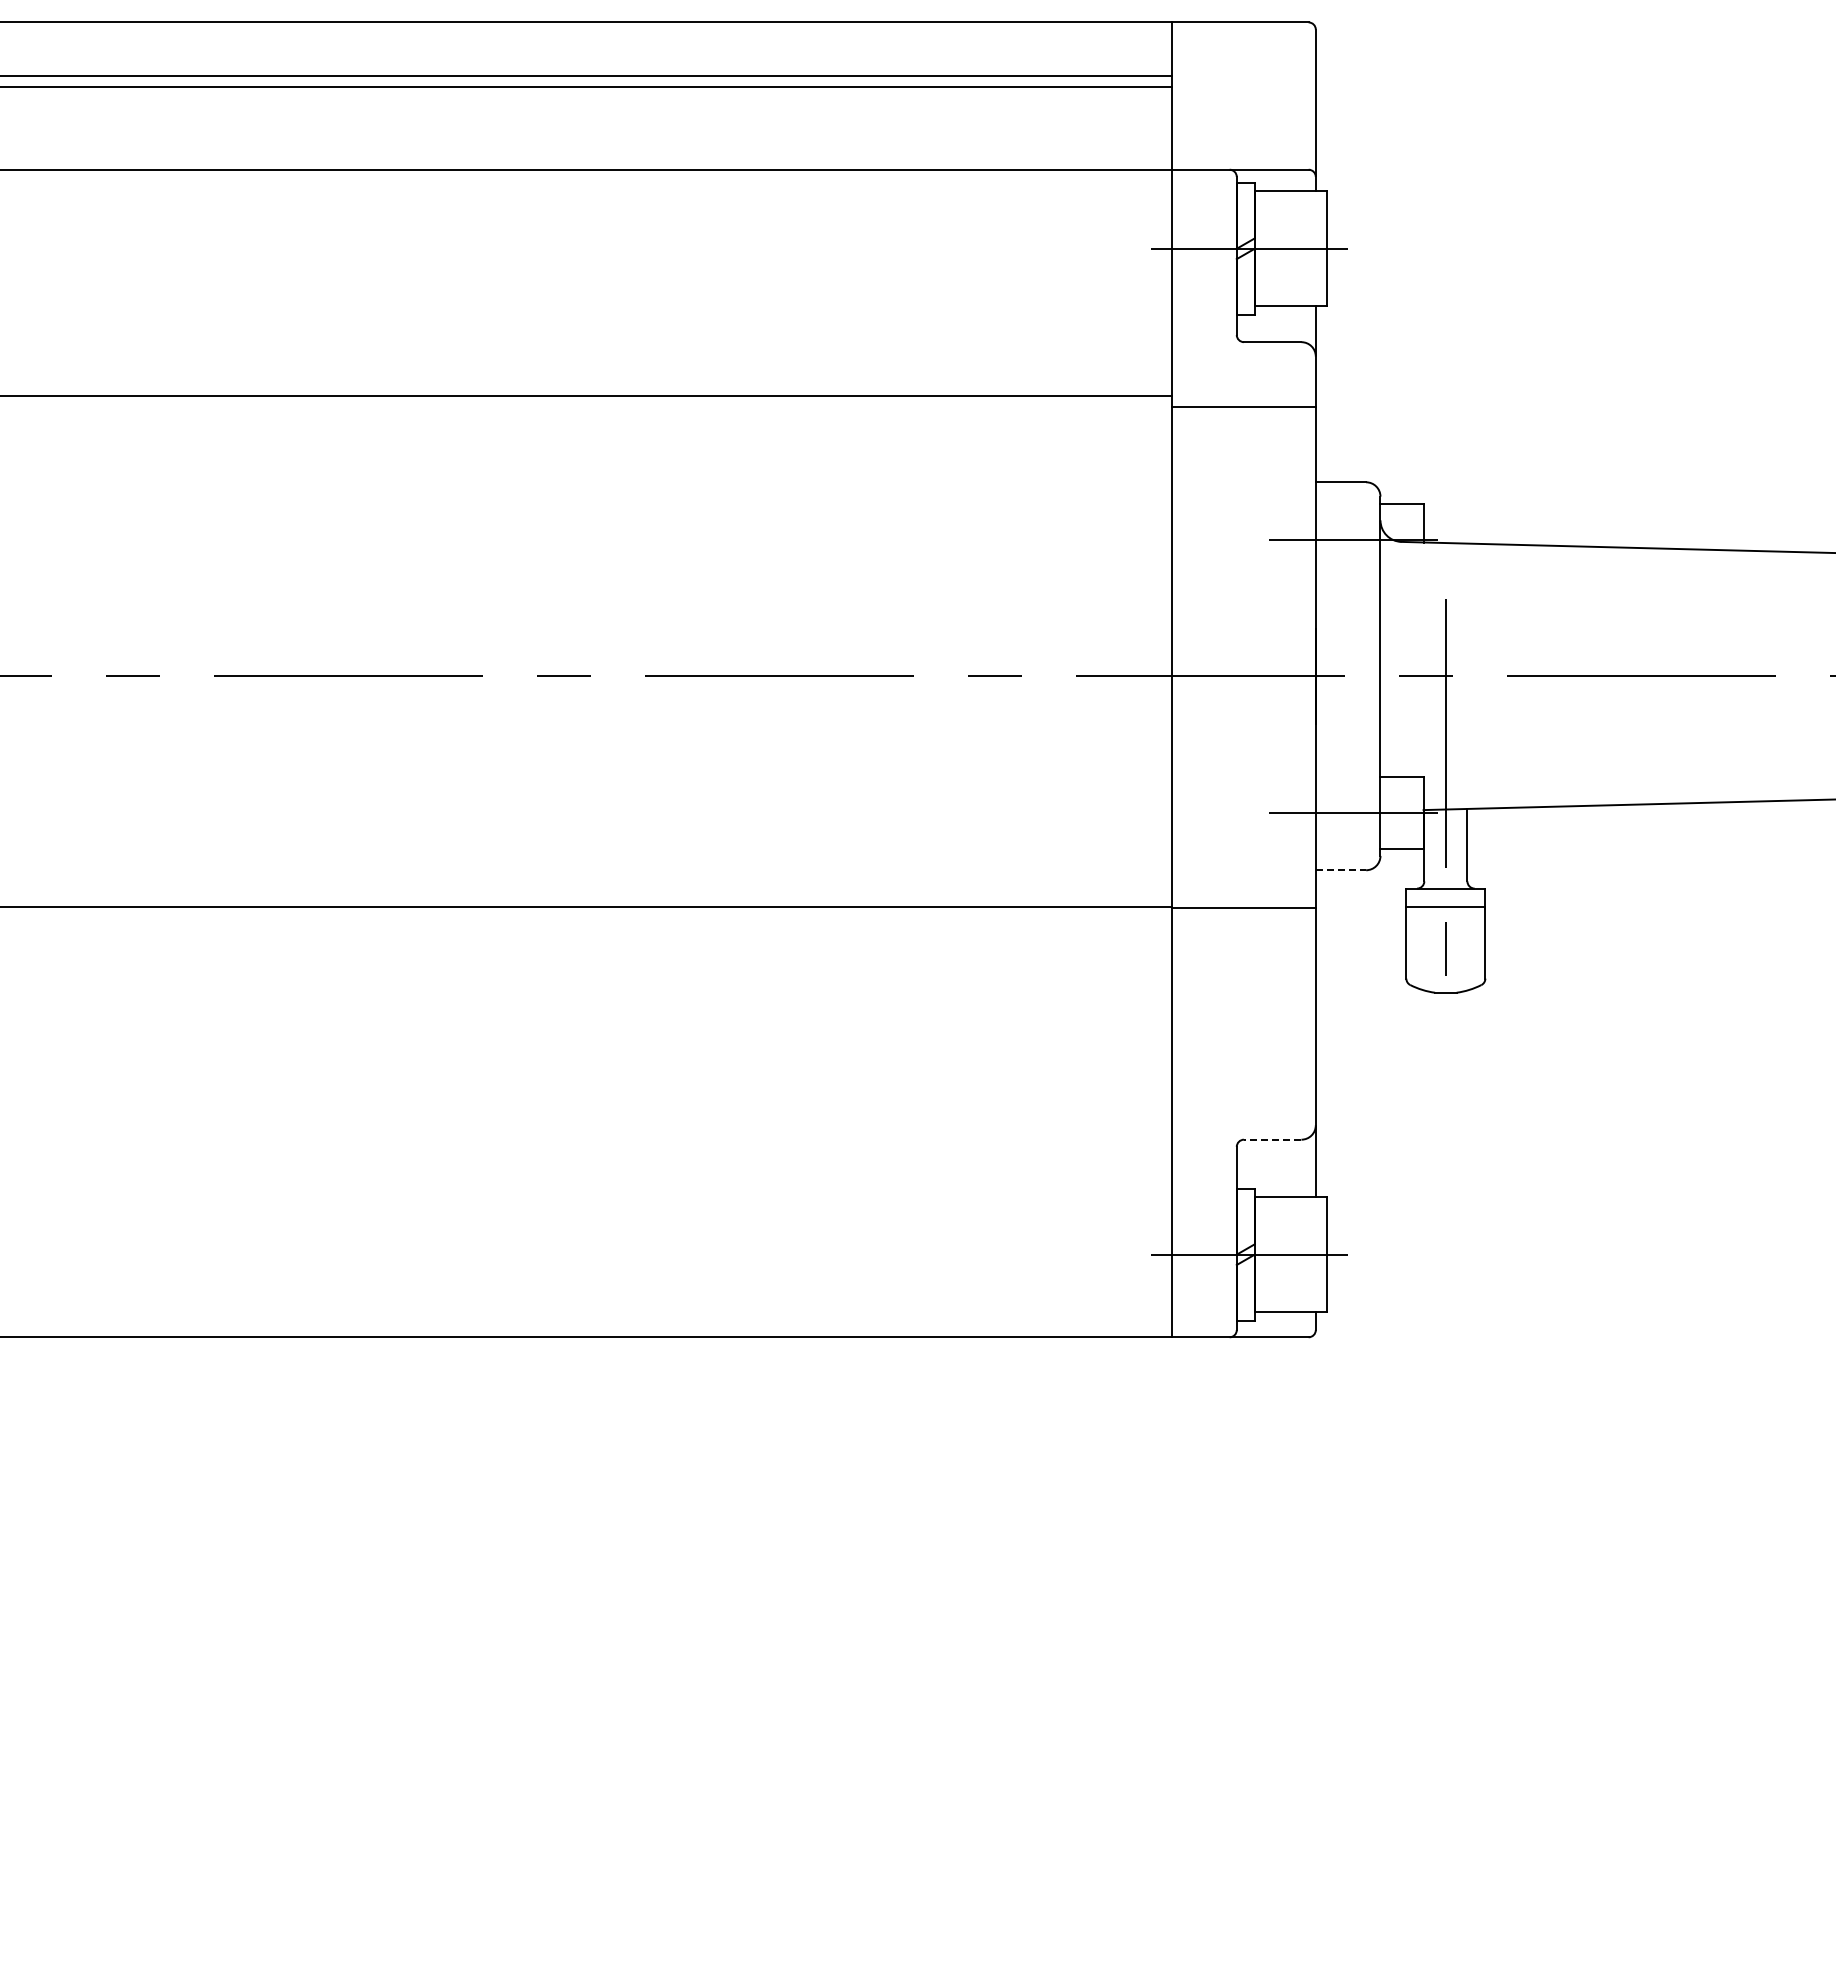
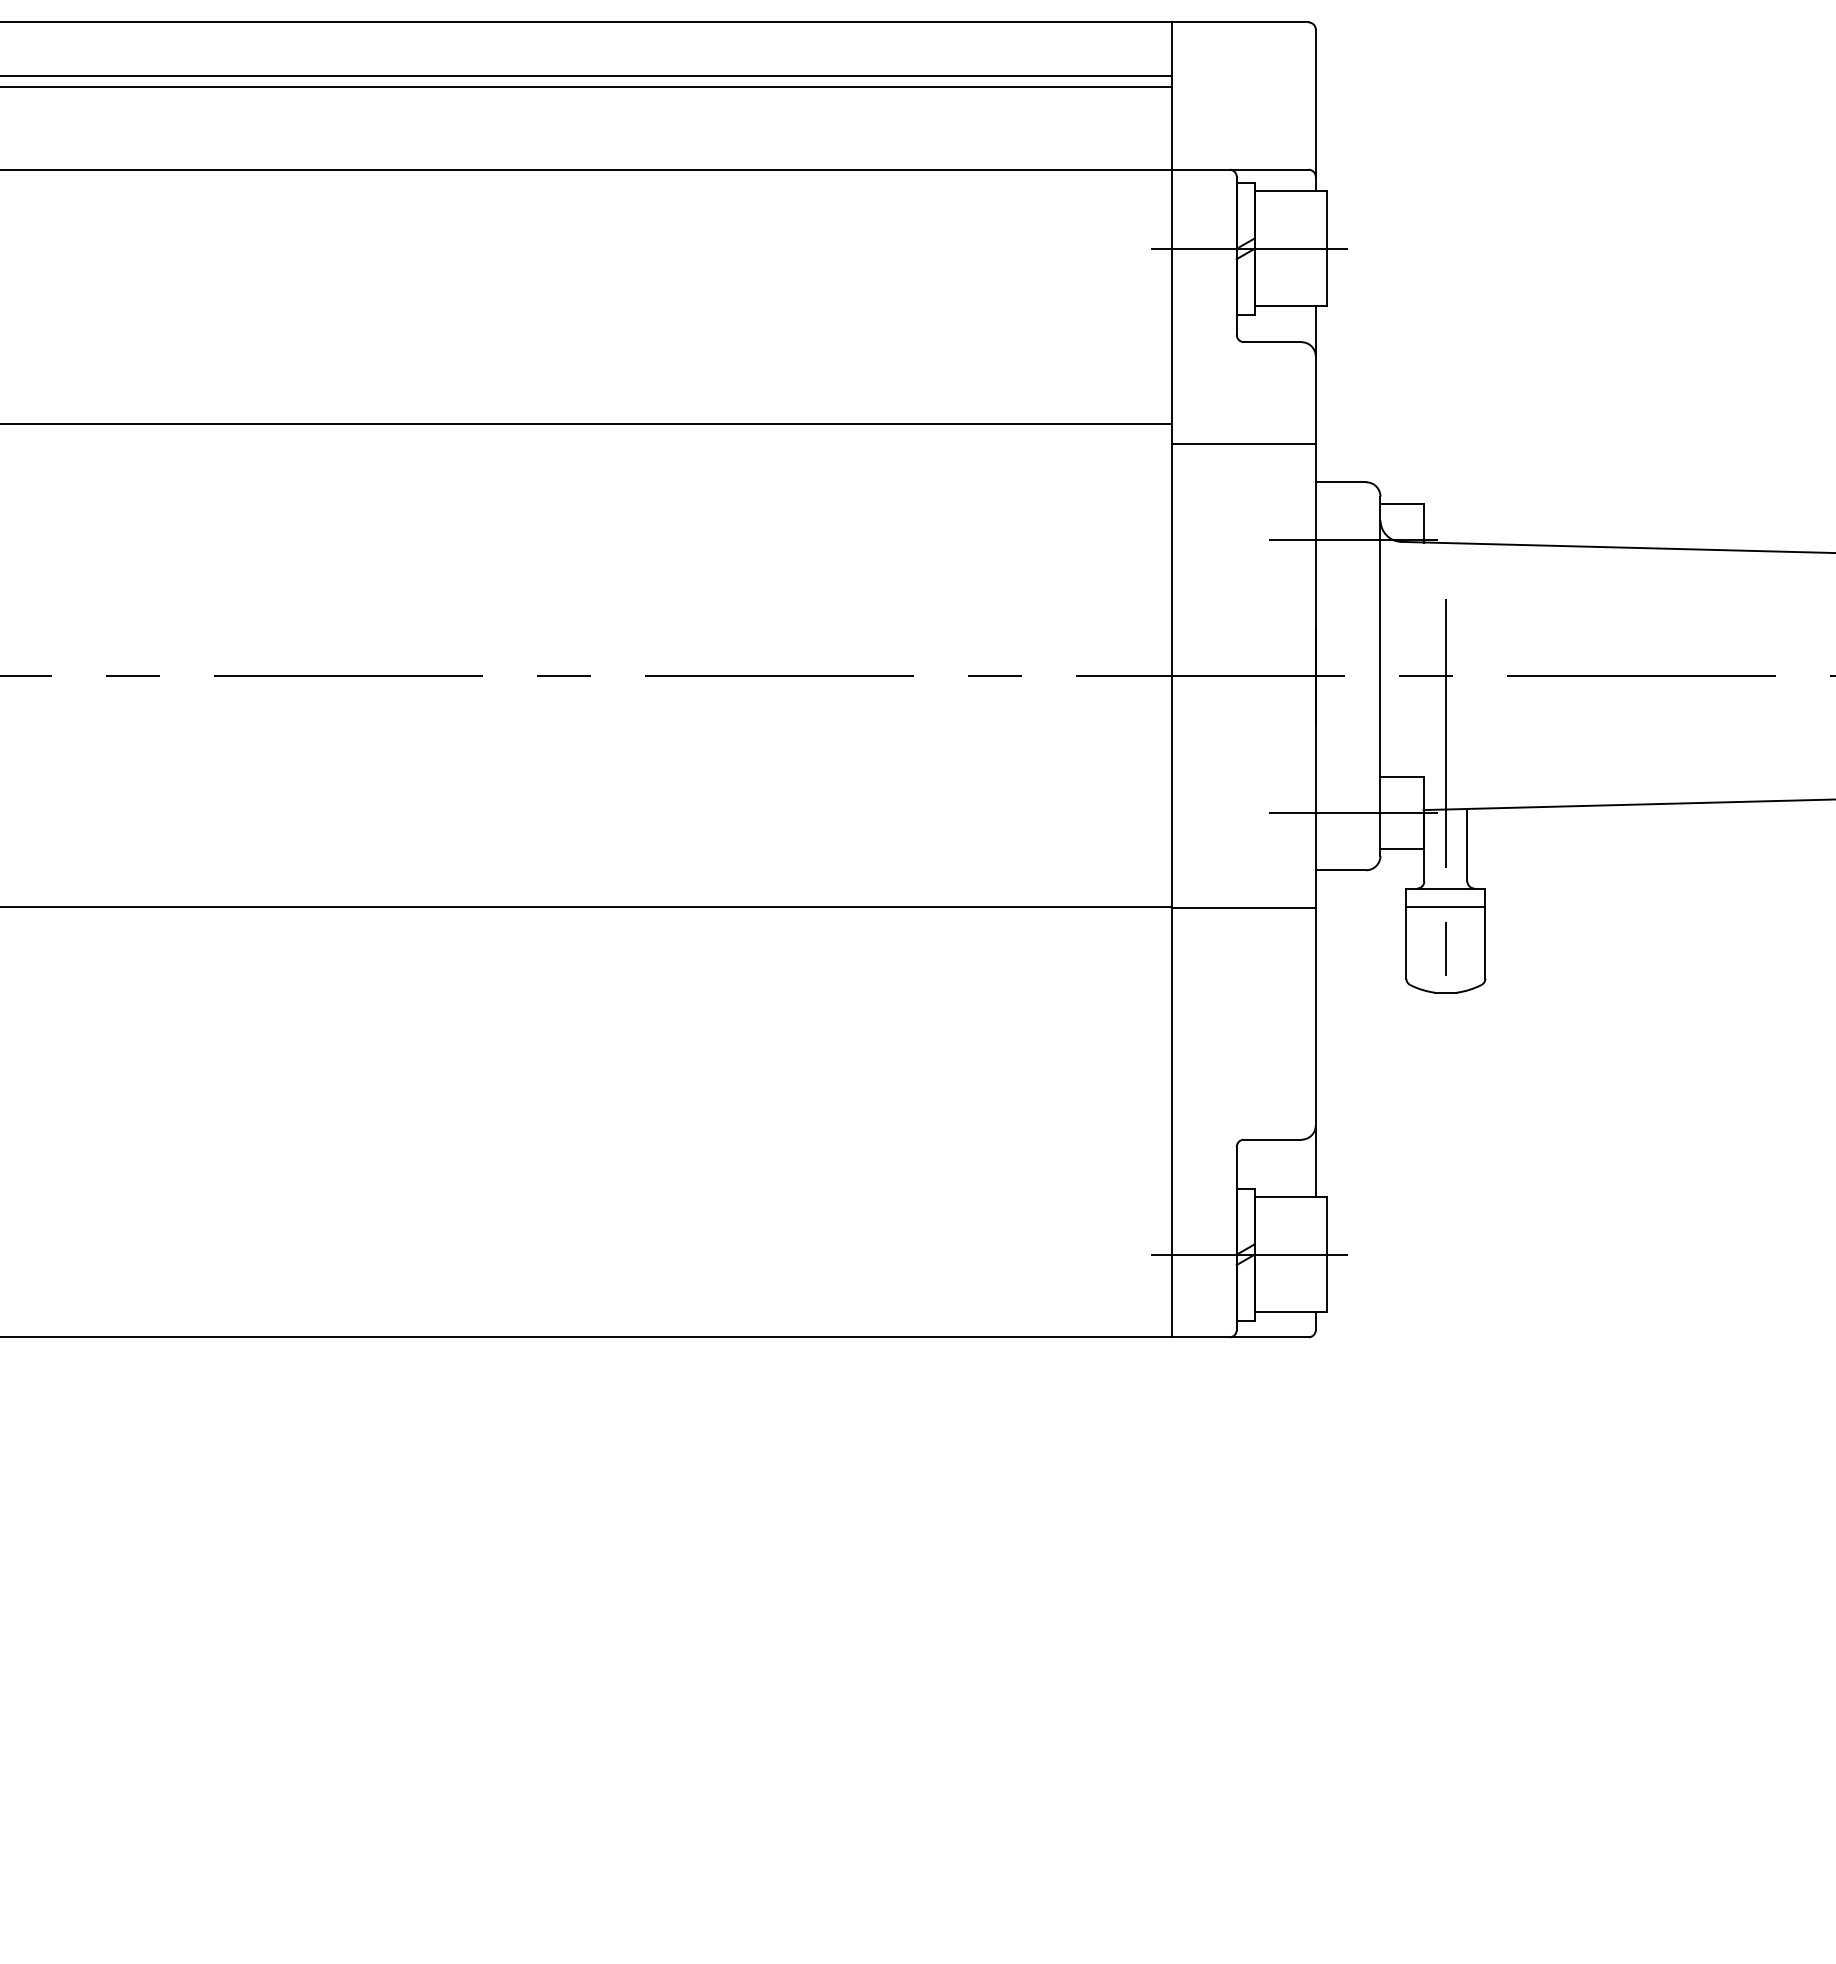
line at (587, 395) position: (587, 395) -> (587, 423)
line at (1243, 407) position: (1243, 407) -> (1243, 444)
line at (1341, 870): dashed -> solid
line at (1272, 1139): dashed -> solid
